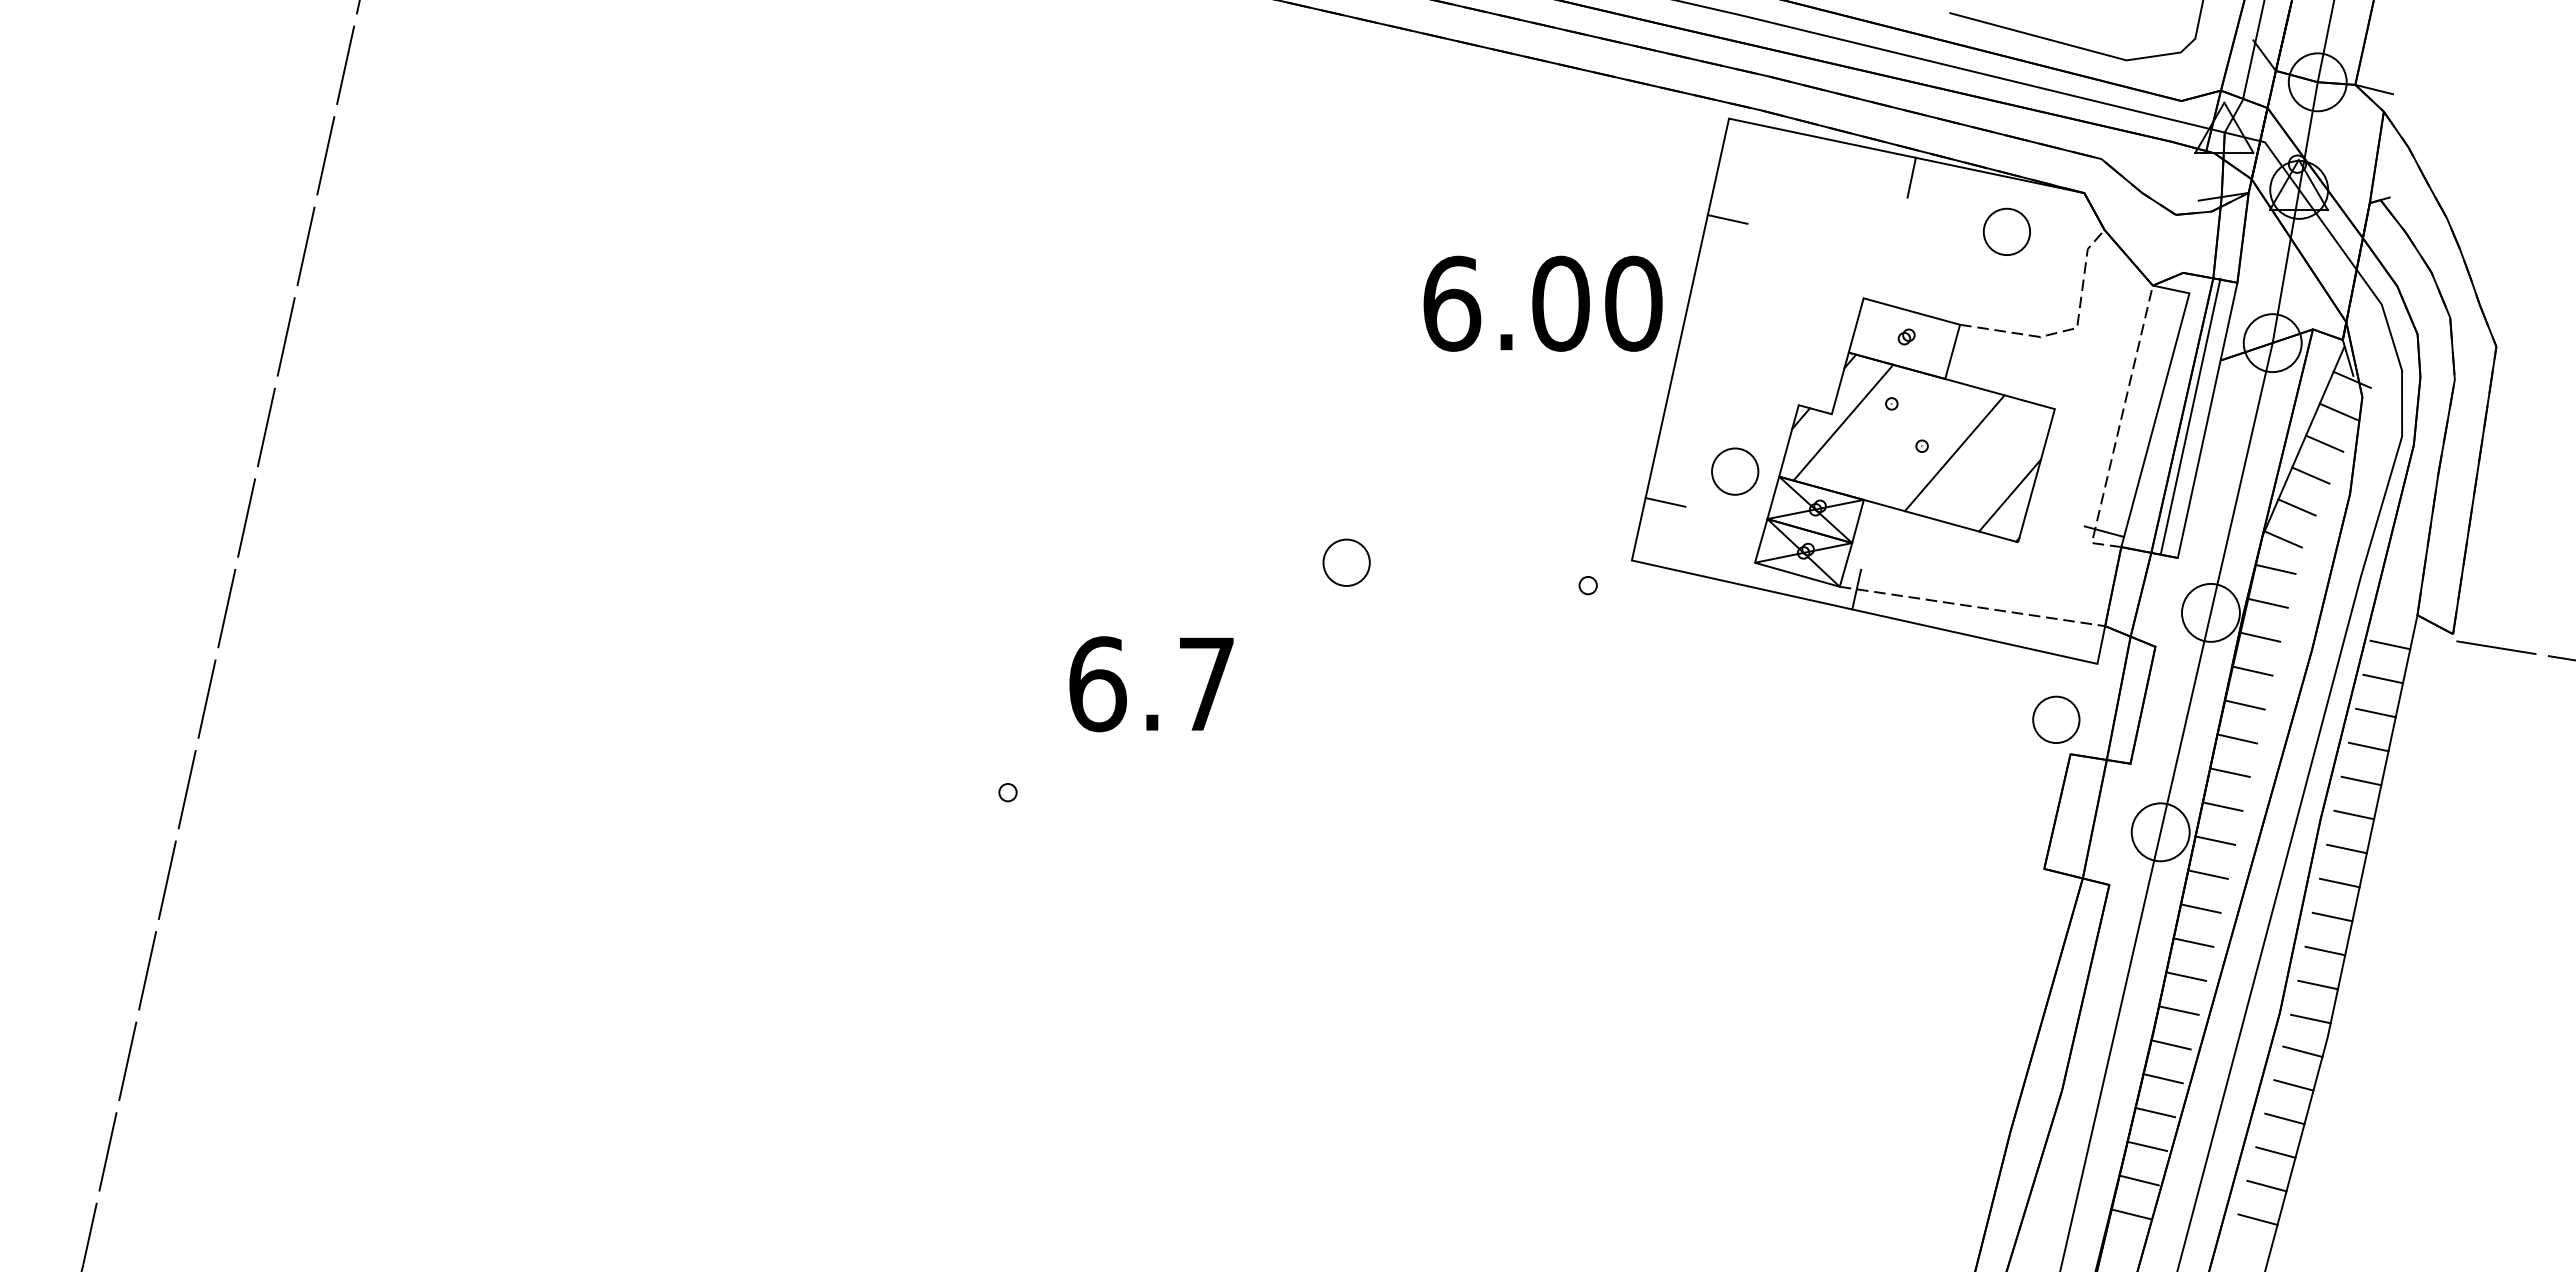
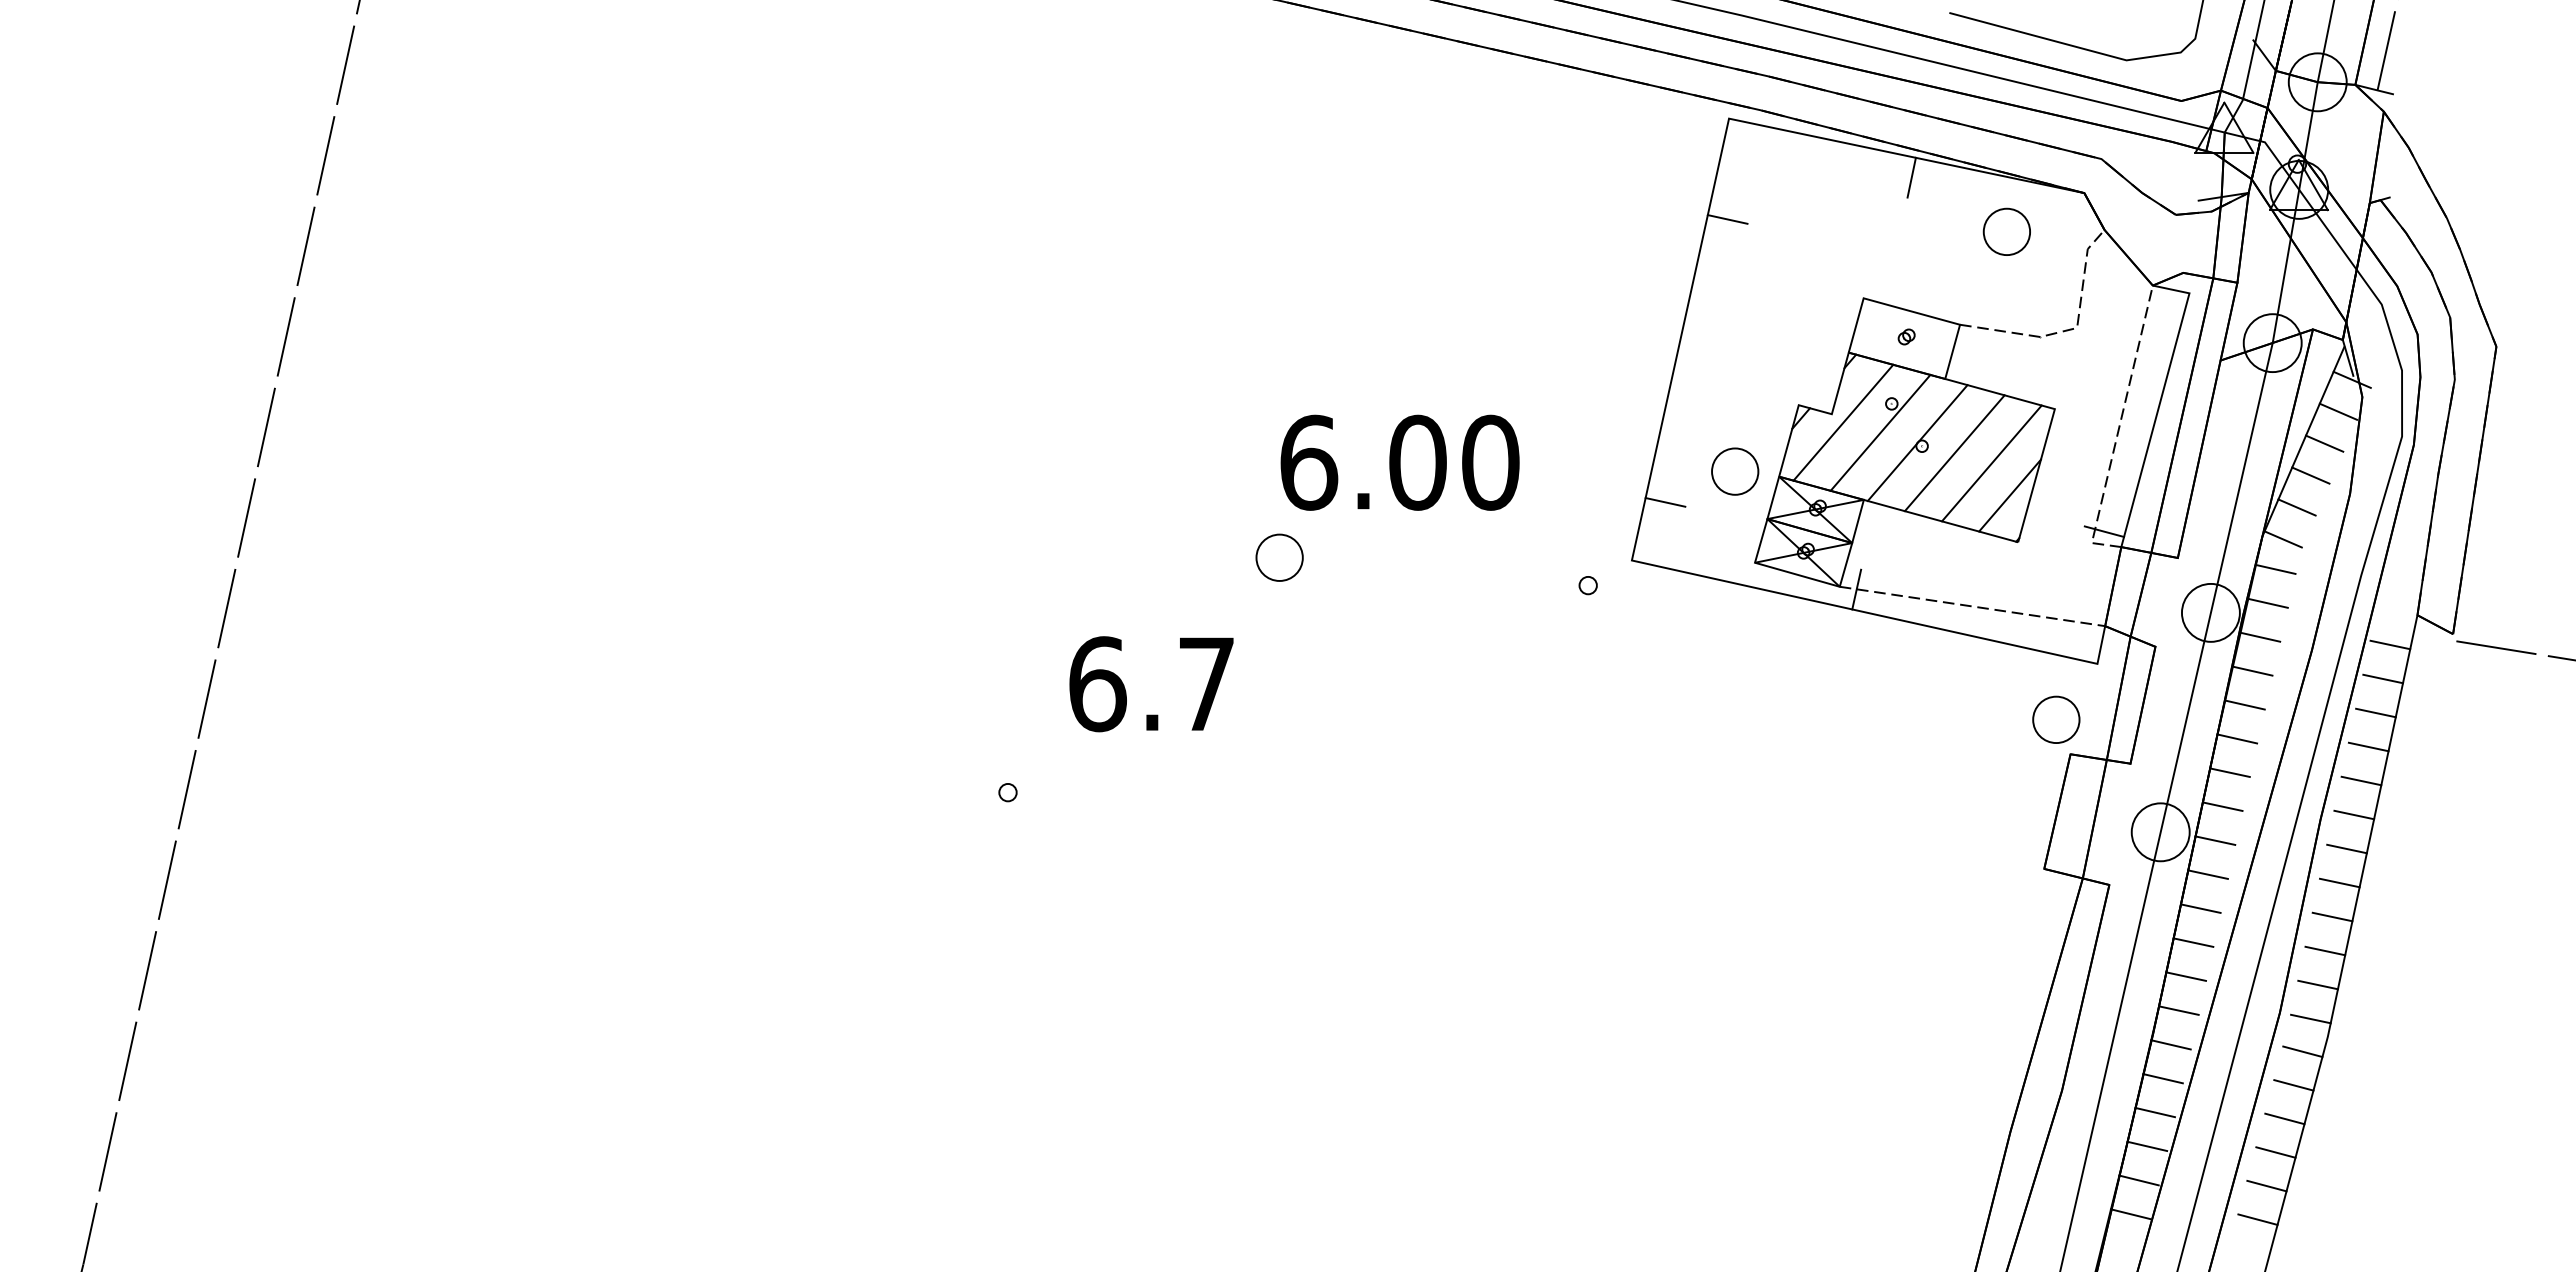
line at (2387, 46): none -> present
text at (1542, 303) position: (1542, 303) -> (1399, 462)
line at (2190, 415) position: (2190, 415) -> (2207, 419)
line at (1880, 432): none -> present
line at (1917, 443): none -> present
line at (1991, 463): none -> present
part at (1346, 562) position: (1346, 562) -> (1279, 557)
